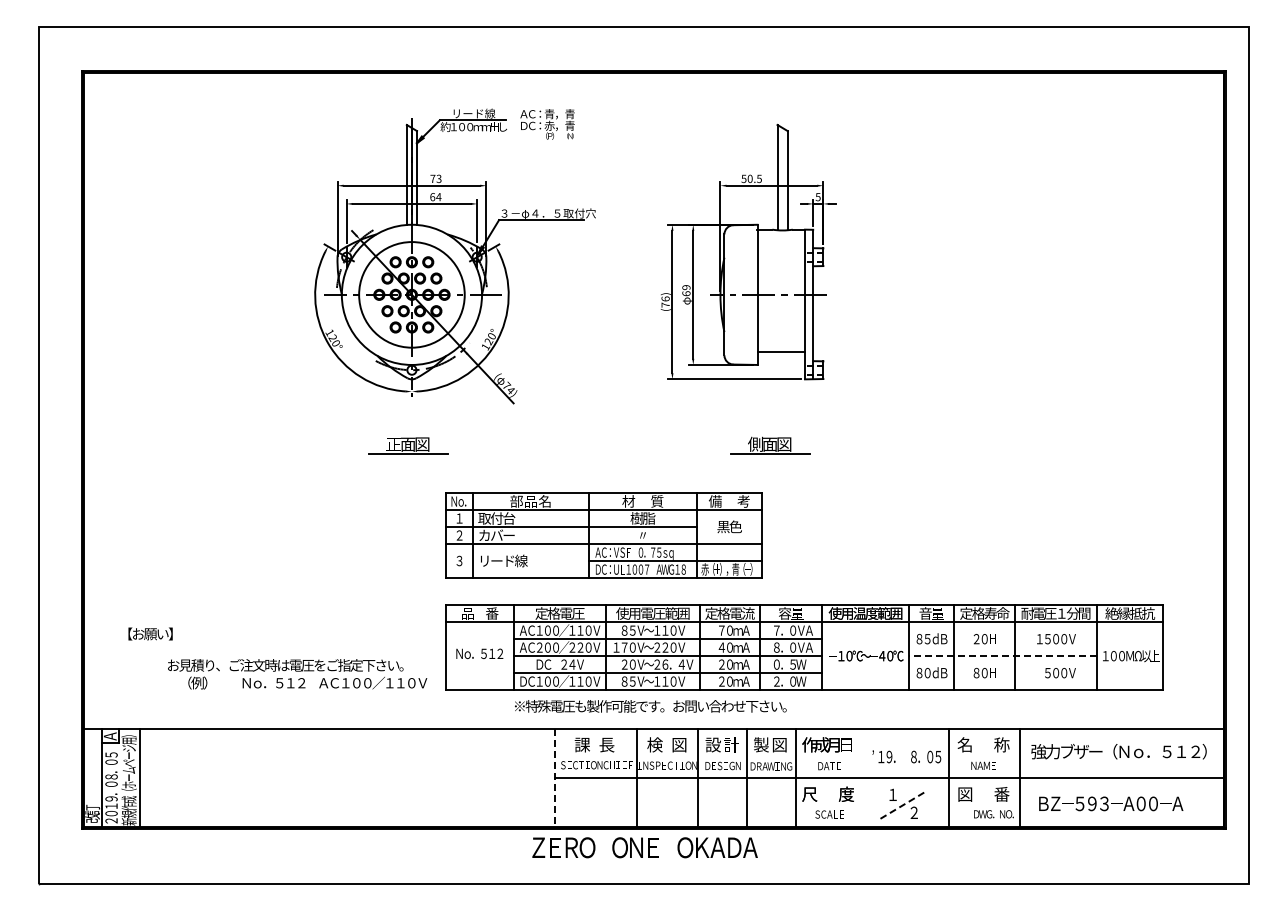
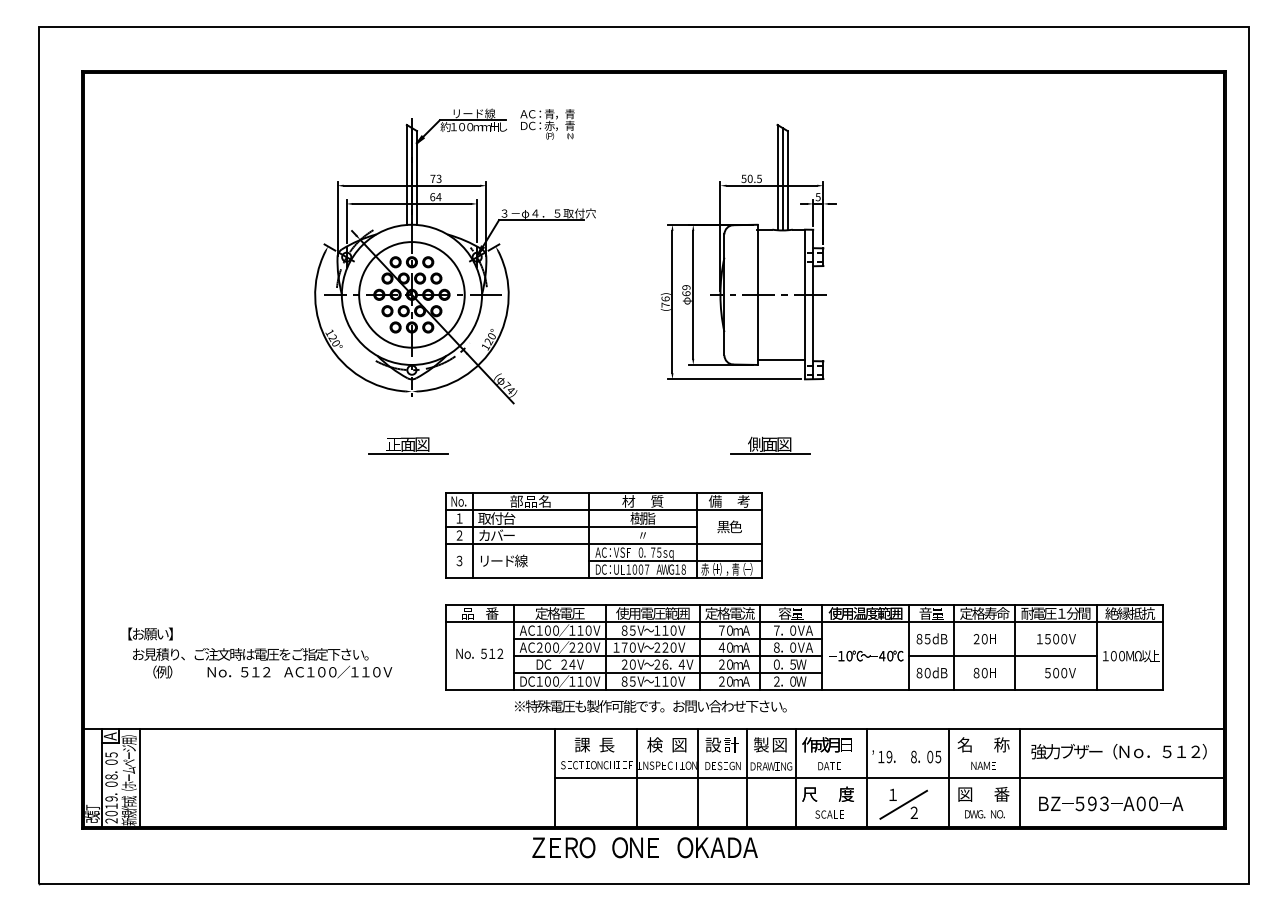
line at (782, 179): none -> present
line at (781, 352) position: (781, 352) -> (781, 360)
line at (1003, 656): dashed -> solid
text at (297, 674) position: (297, 674) -> (262, 663)
line at (555, 777): dashed -> solid
line at (866, 777): none -> present
line at (904, 804): dashed -> solid
text at (993, 814) position: (993, 814) -> (984, 814)
